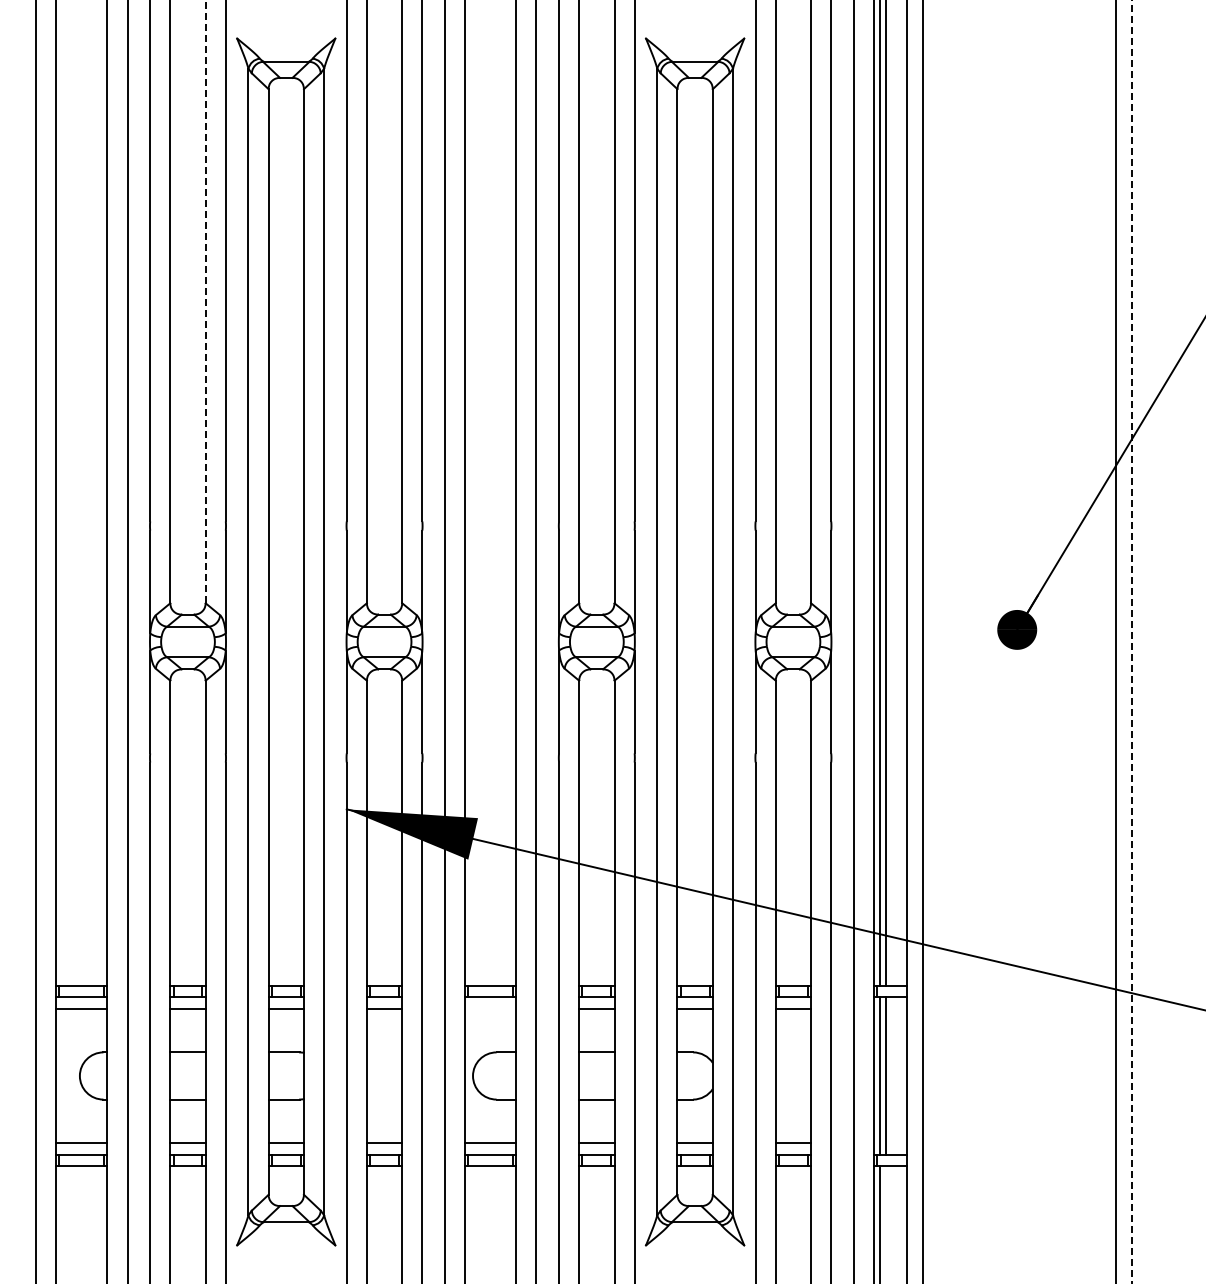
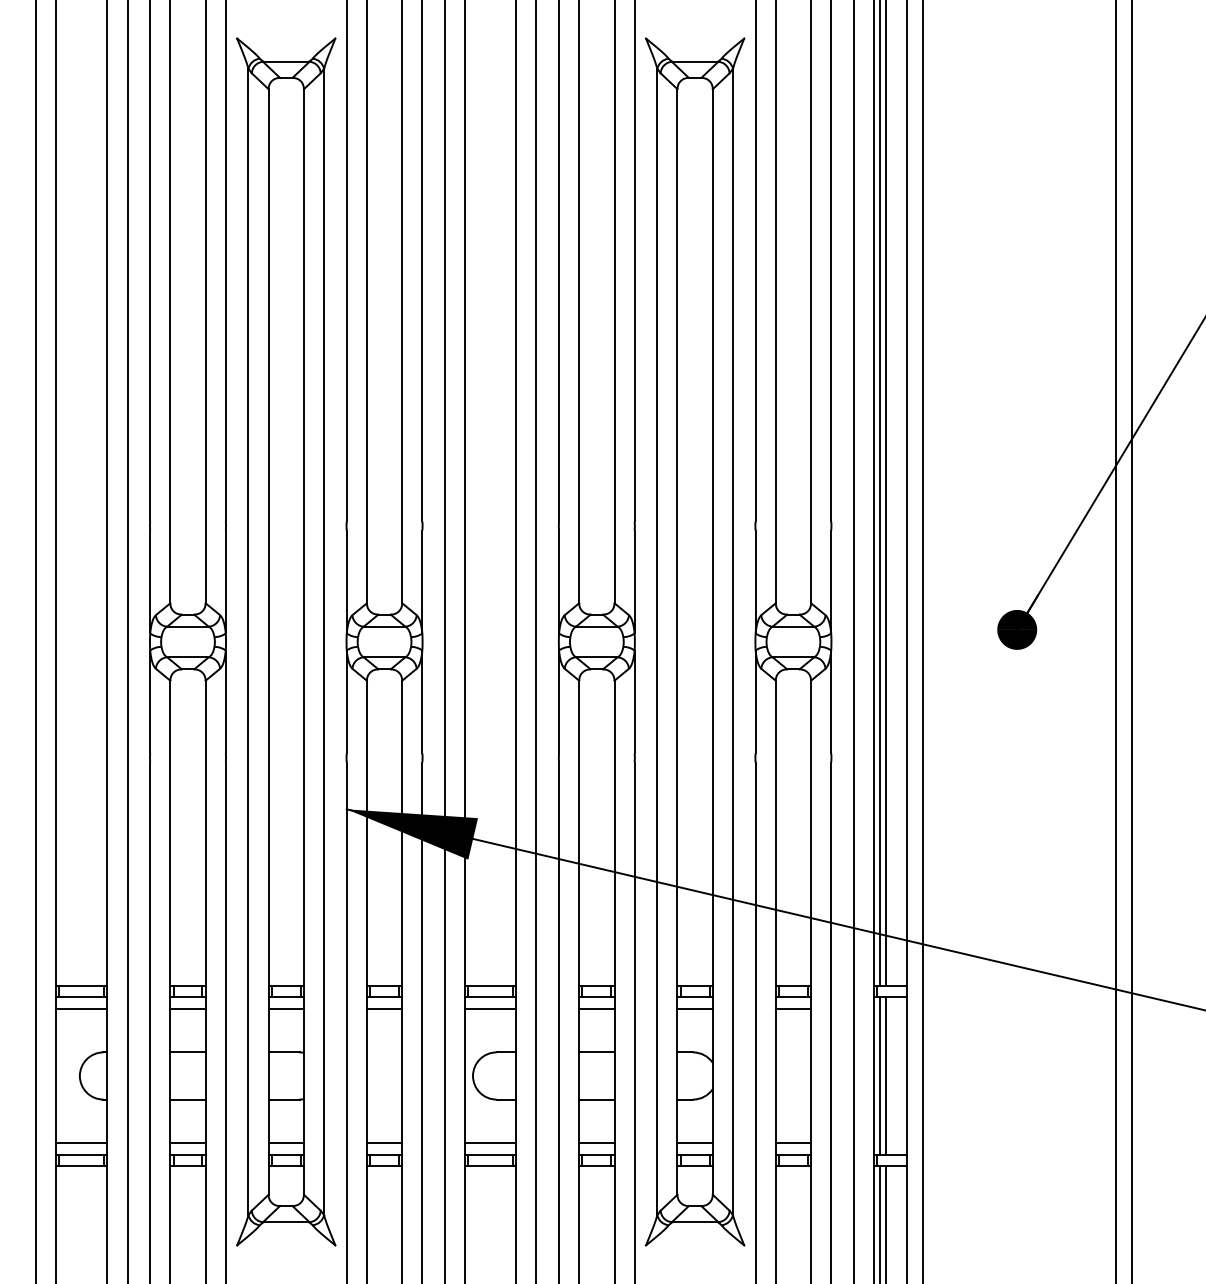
line at (205, 301): dashed -> solid
line at (1131, 641): dashed -> solid
line at (490, 1009): none -> present
line at (885, 1223): none -> present
